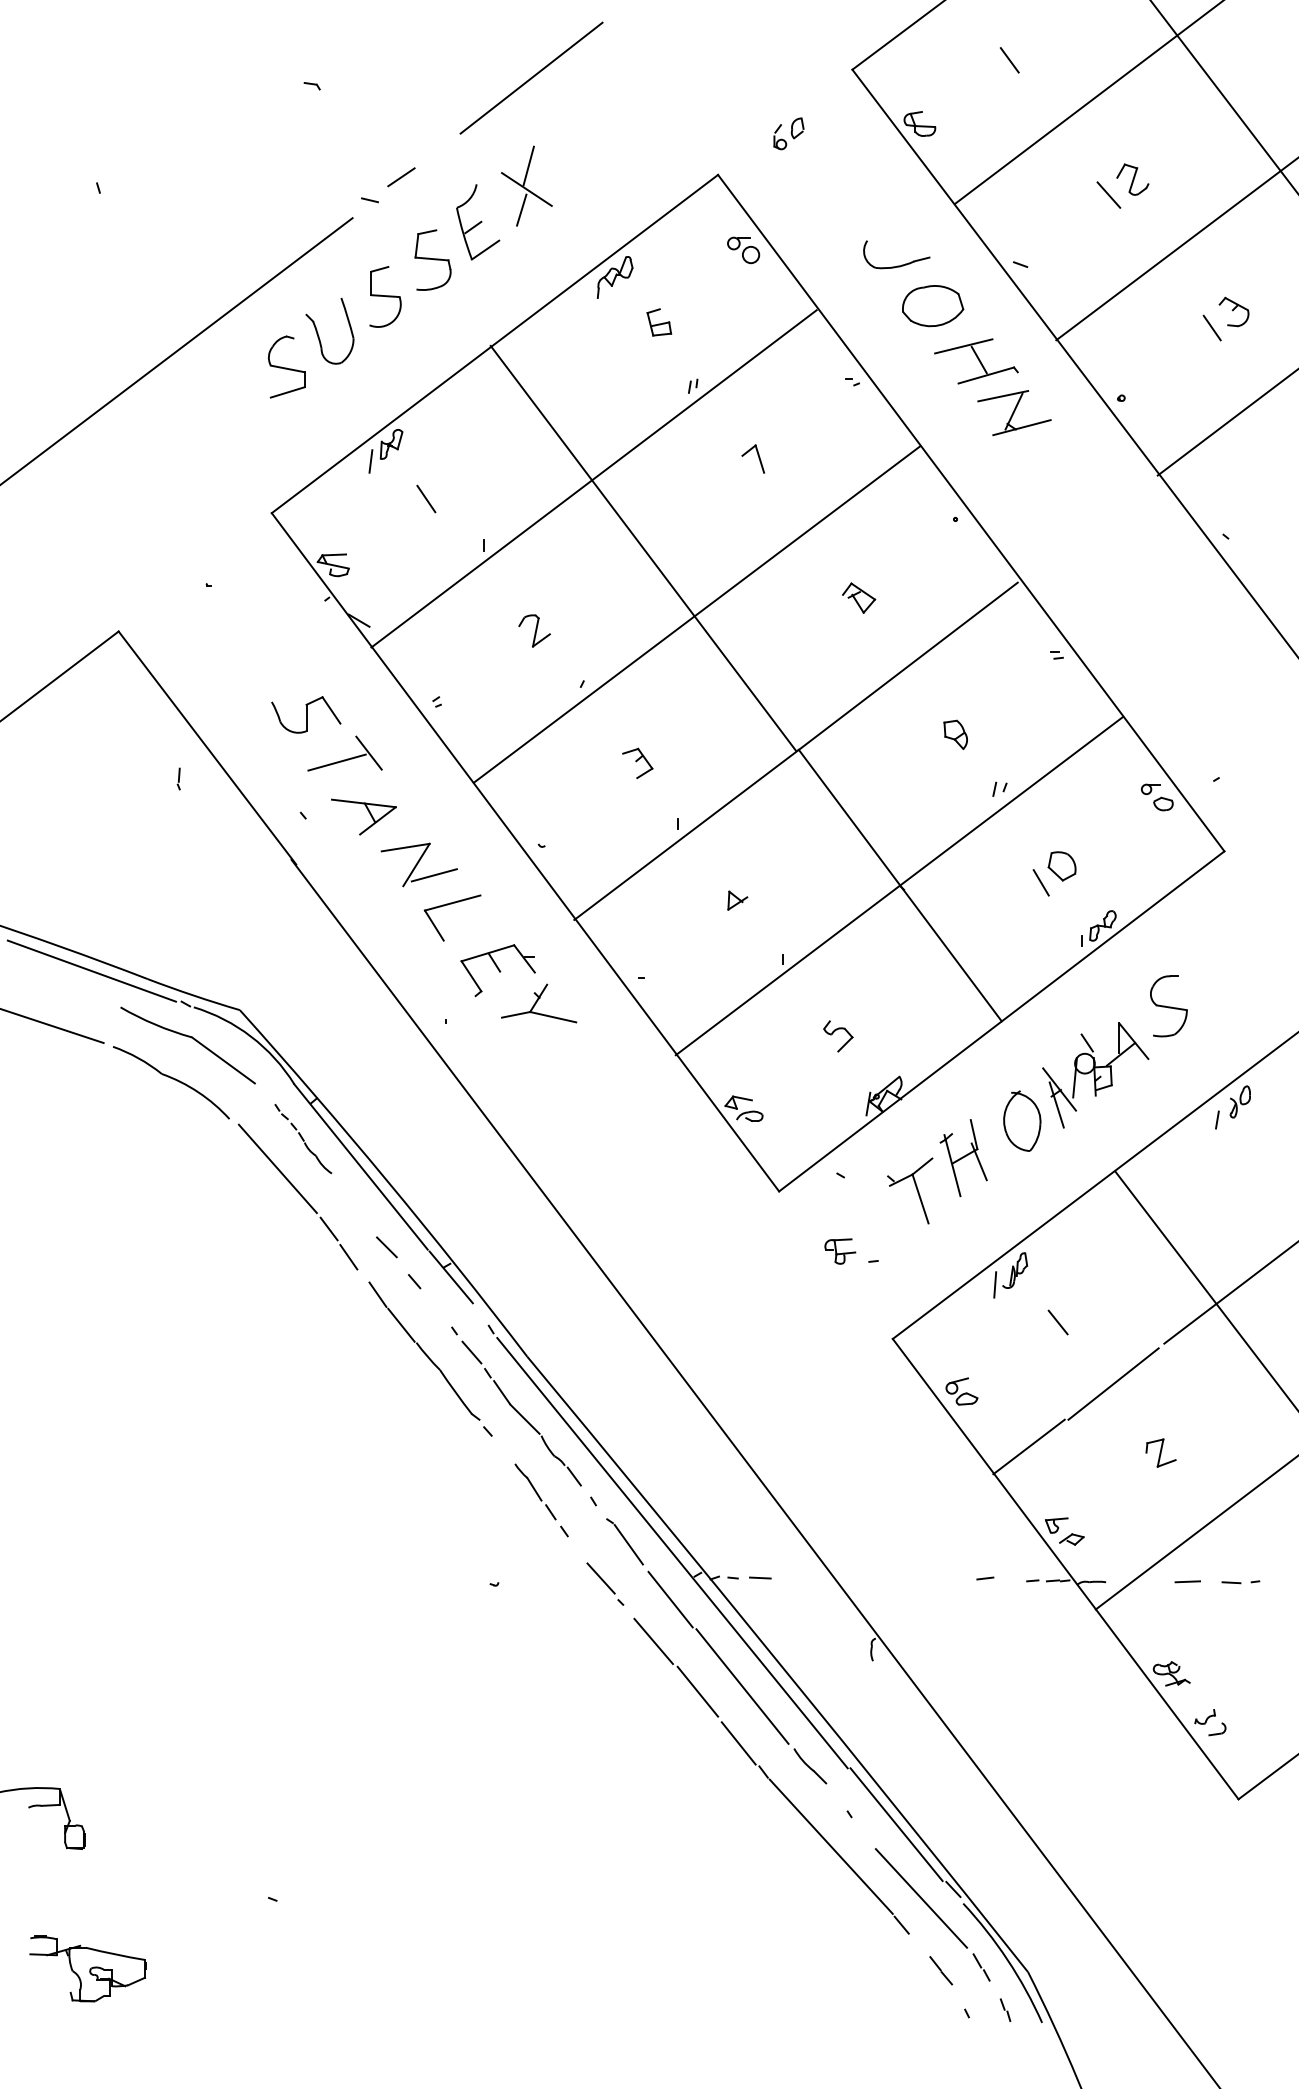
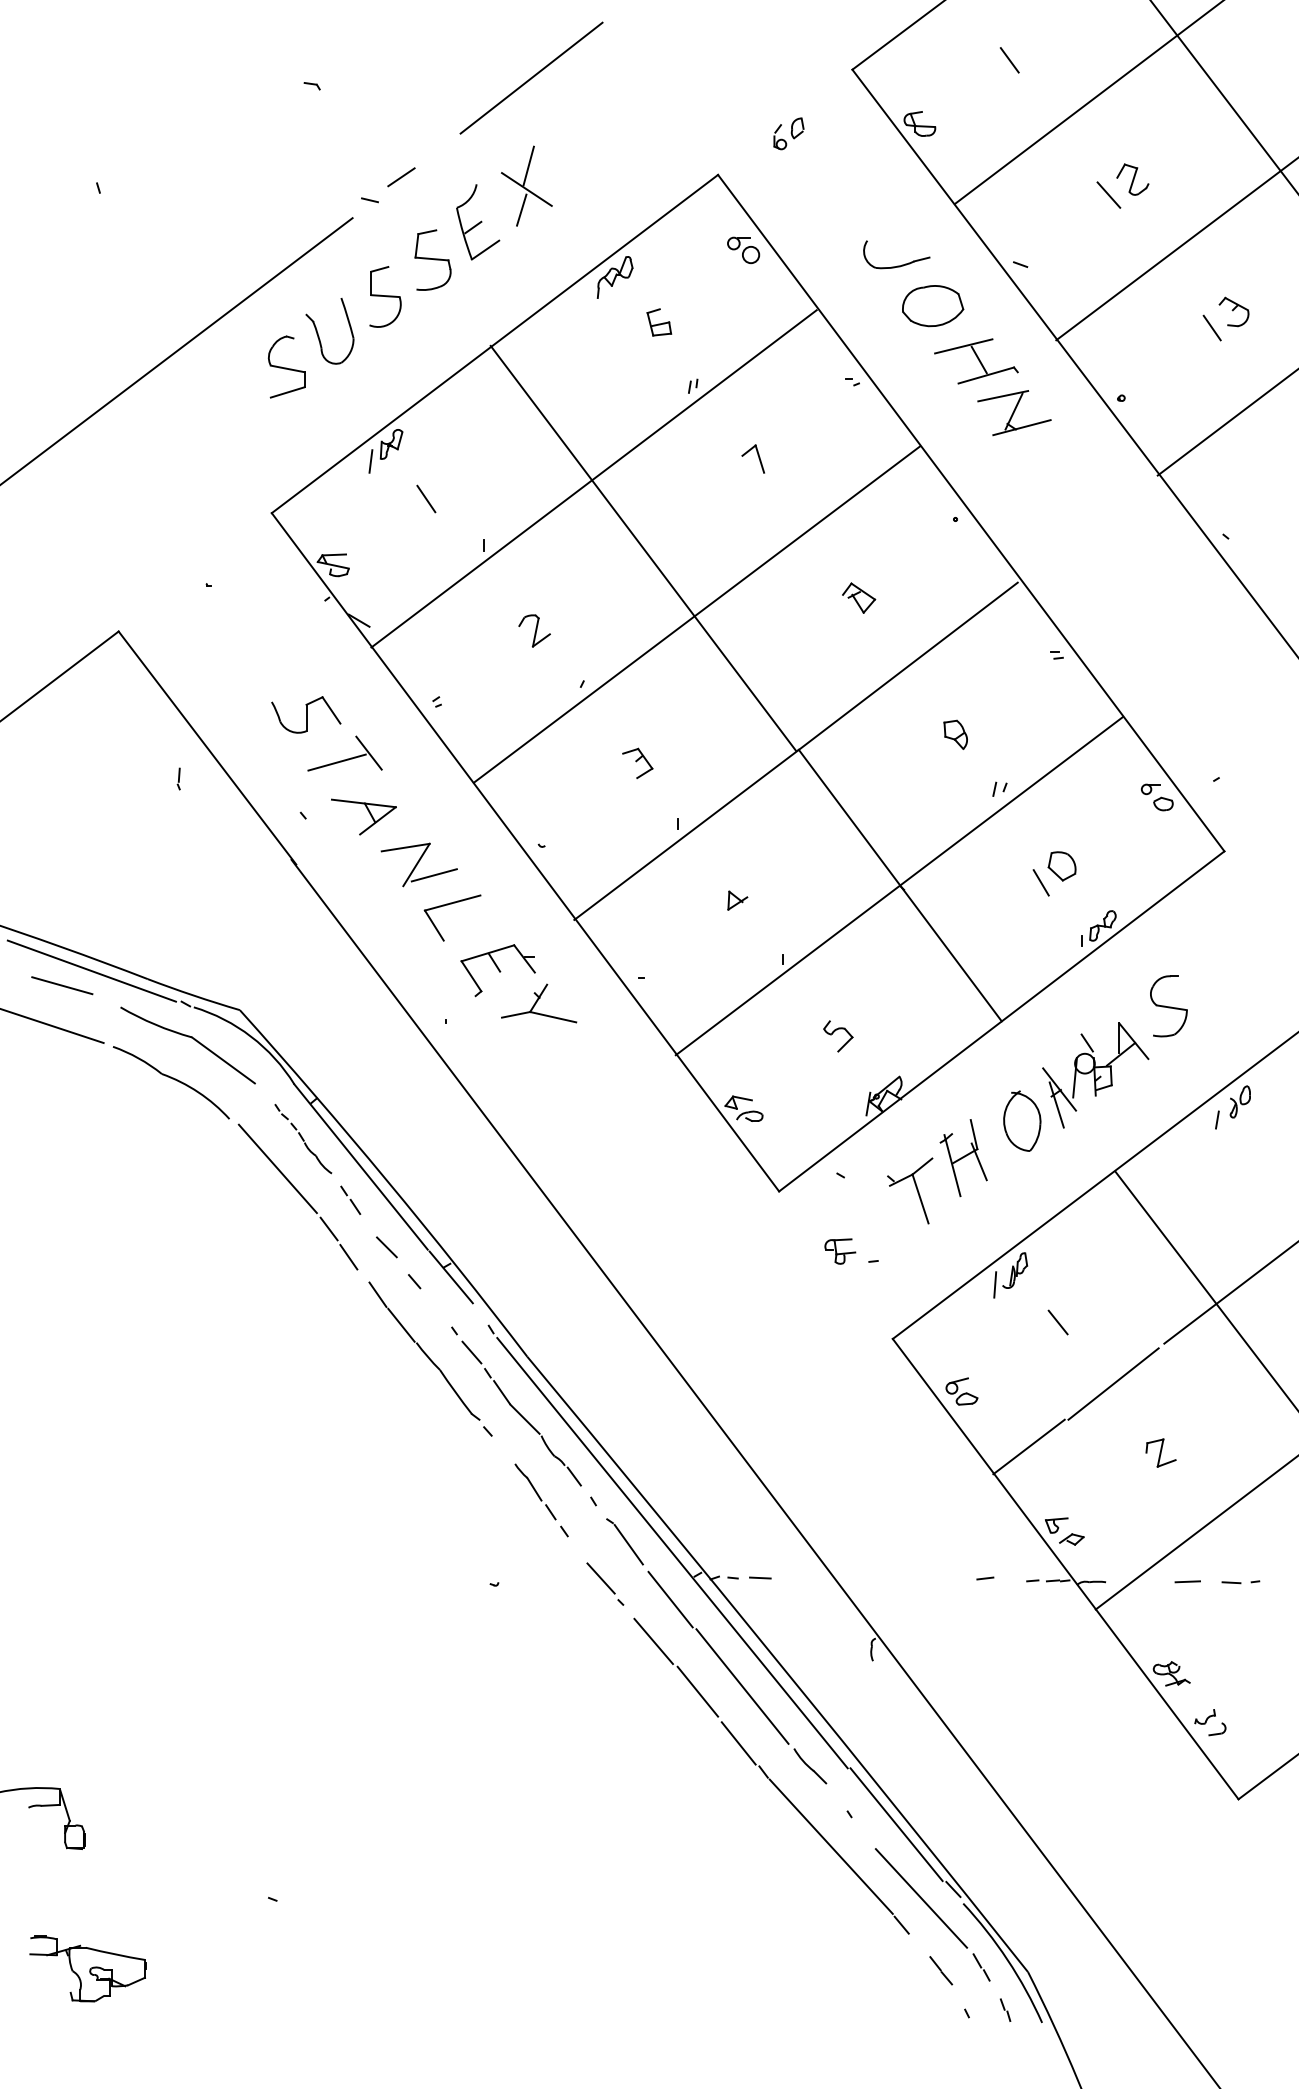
line at (62, 985): none -> present
line at (350, 1199): none -> present
